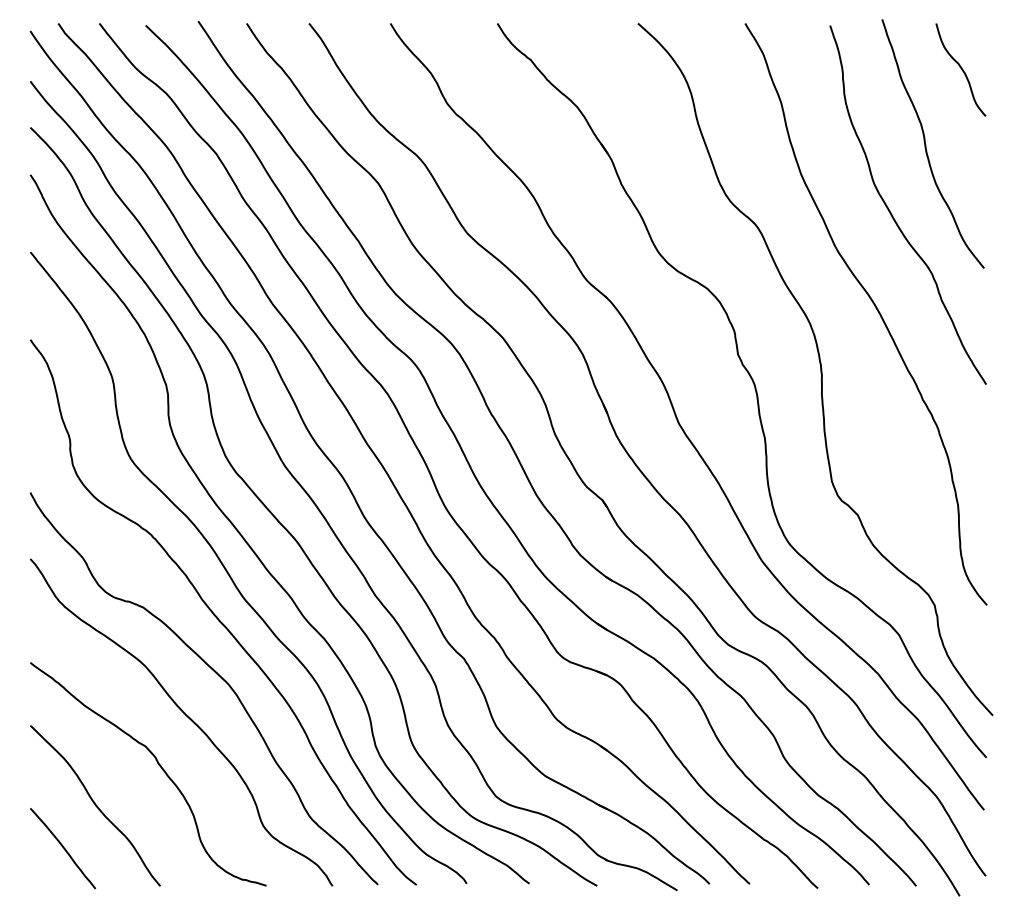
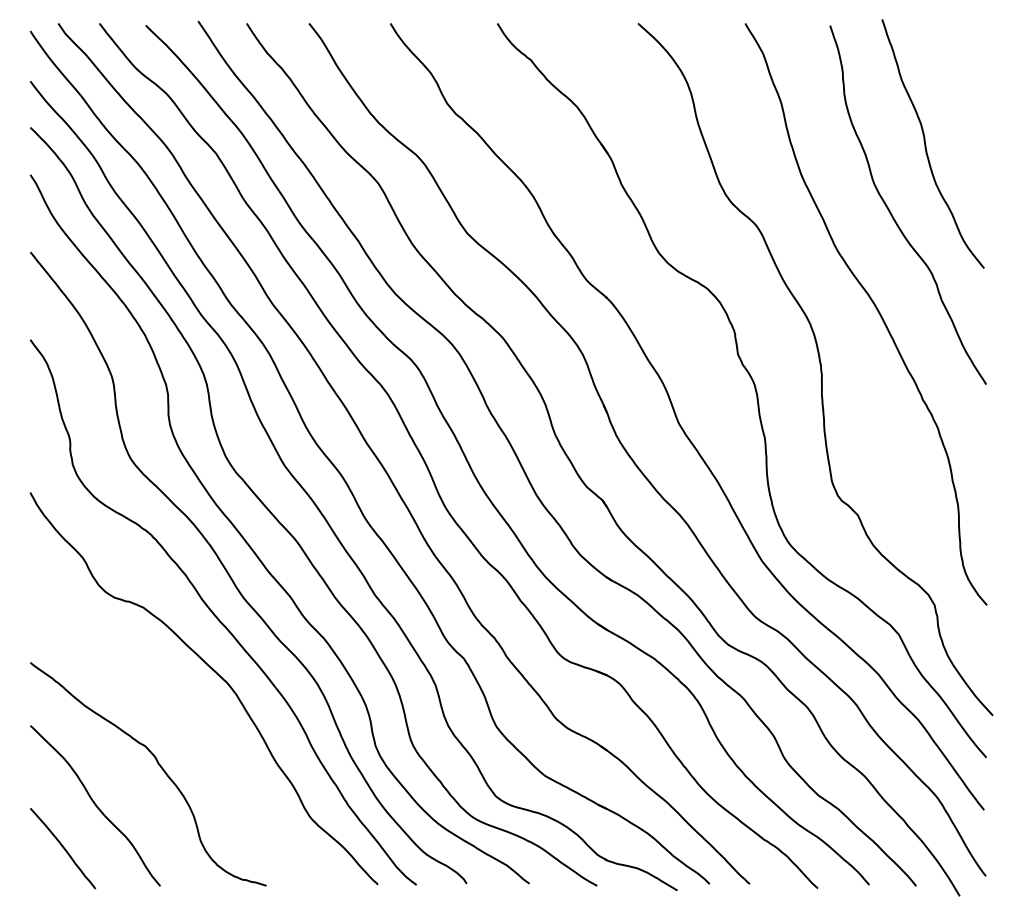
curve at (960, 68): present -> none
curve at (186, 716): present -> none
